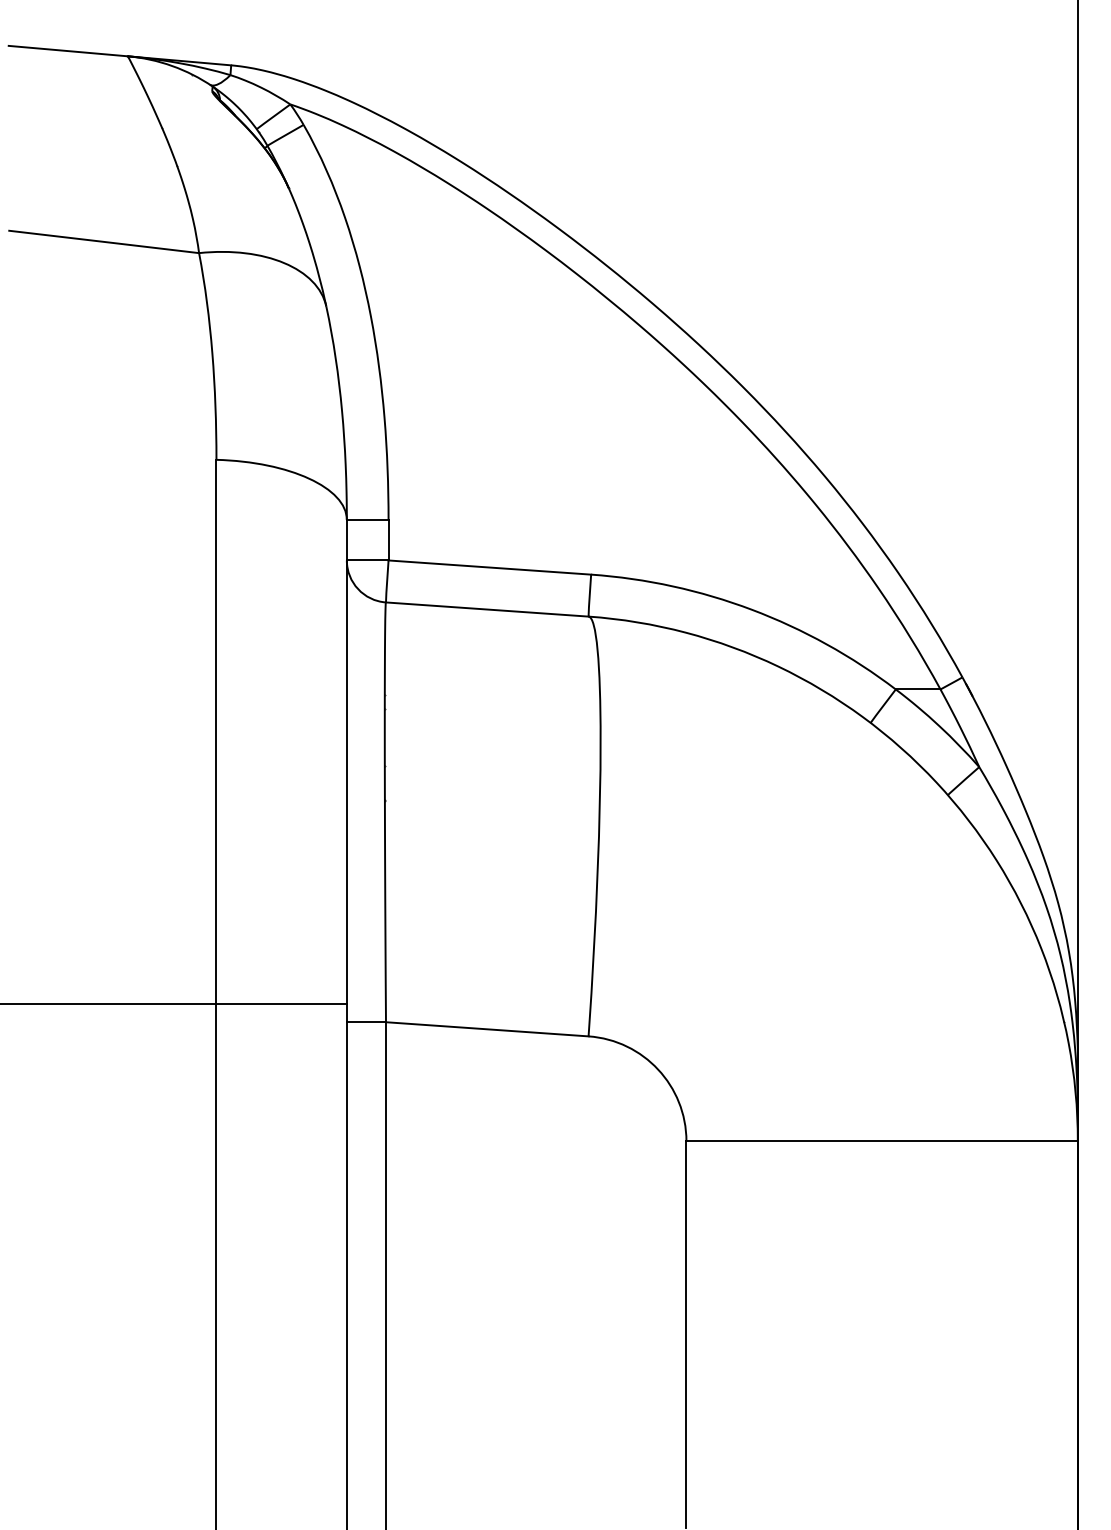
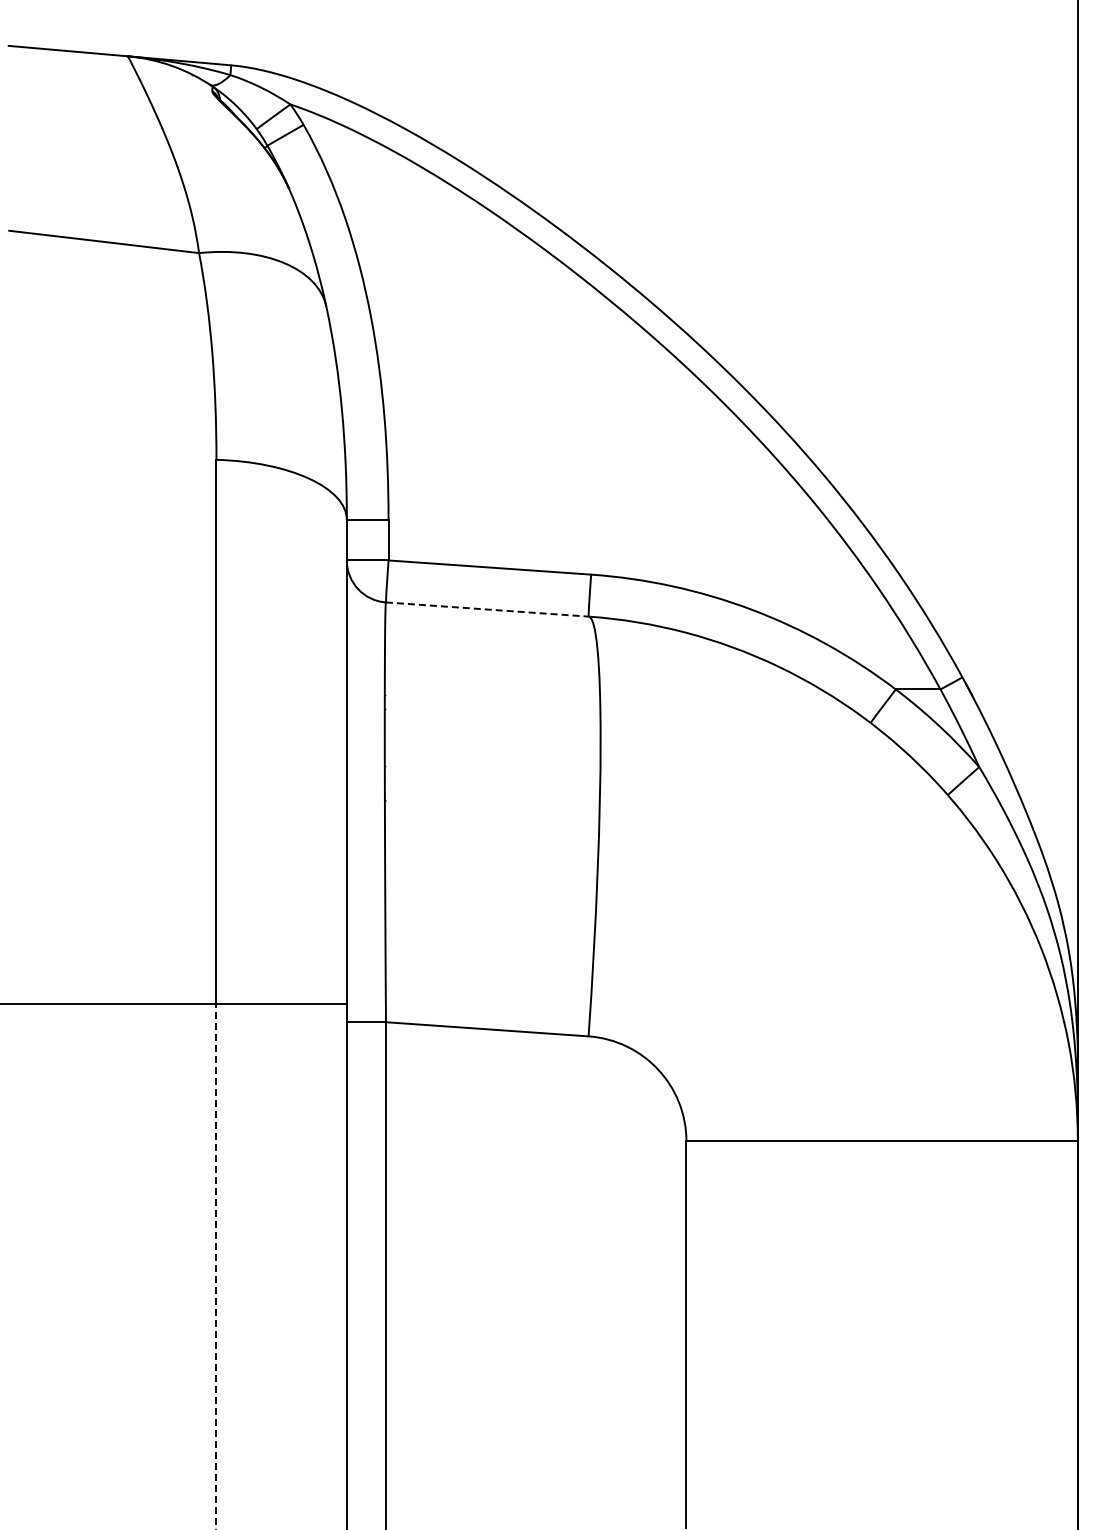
line at (487, 609): solid -> dashed
line at (216, 1266): solid -> dashed
